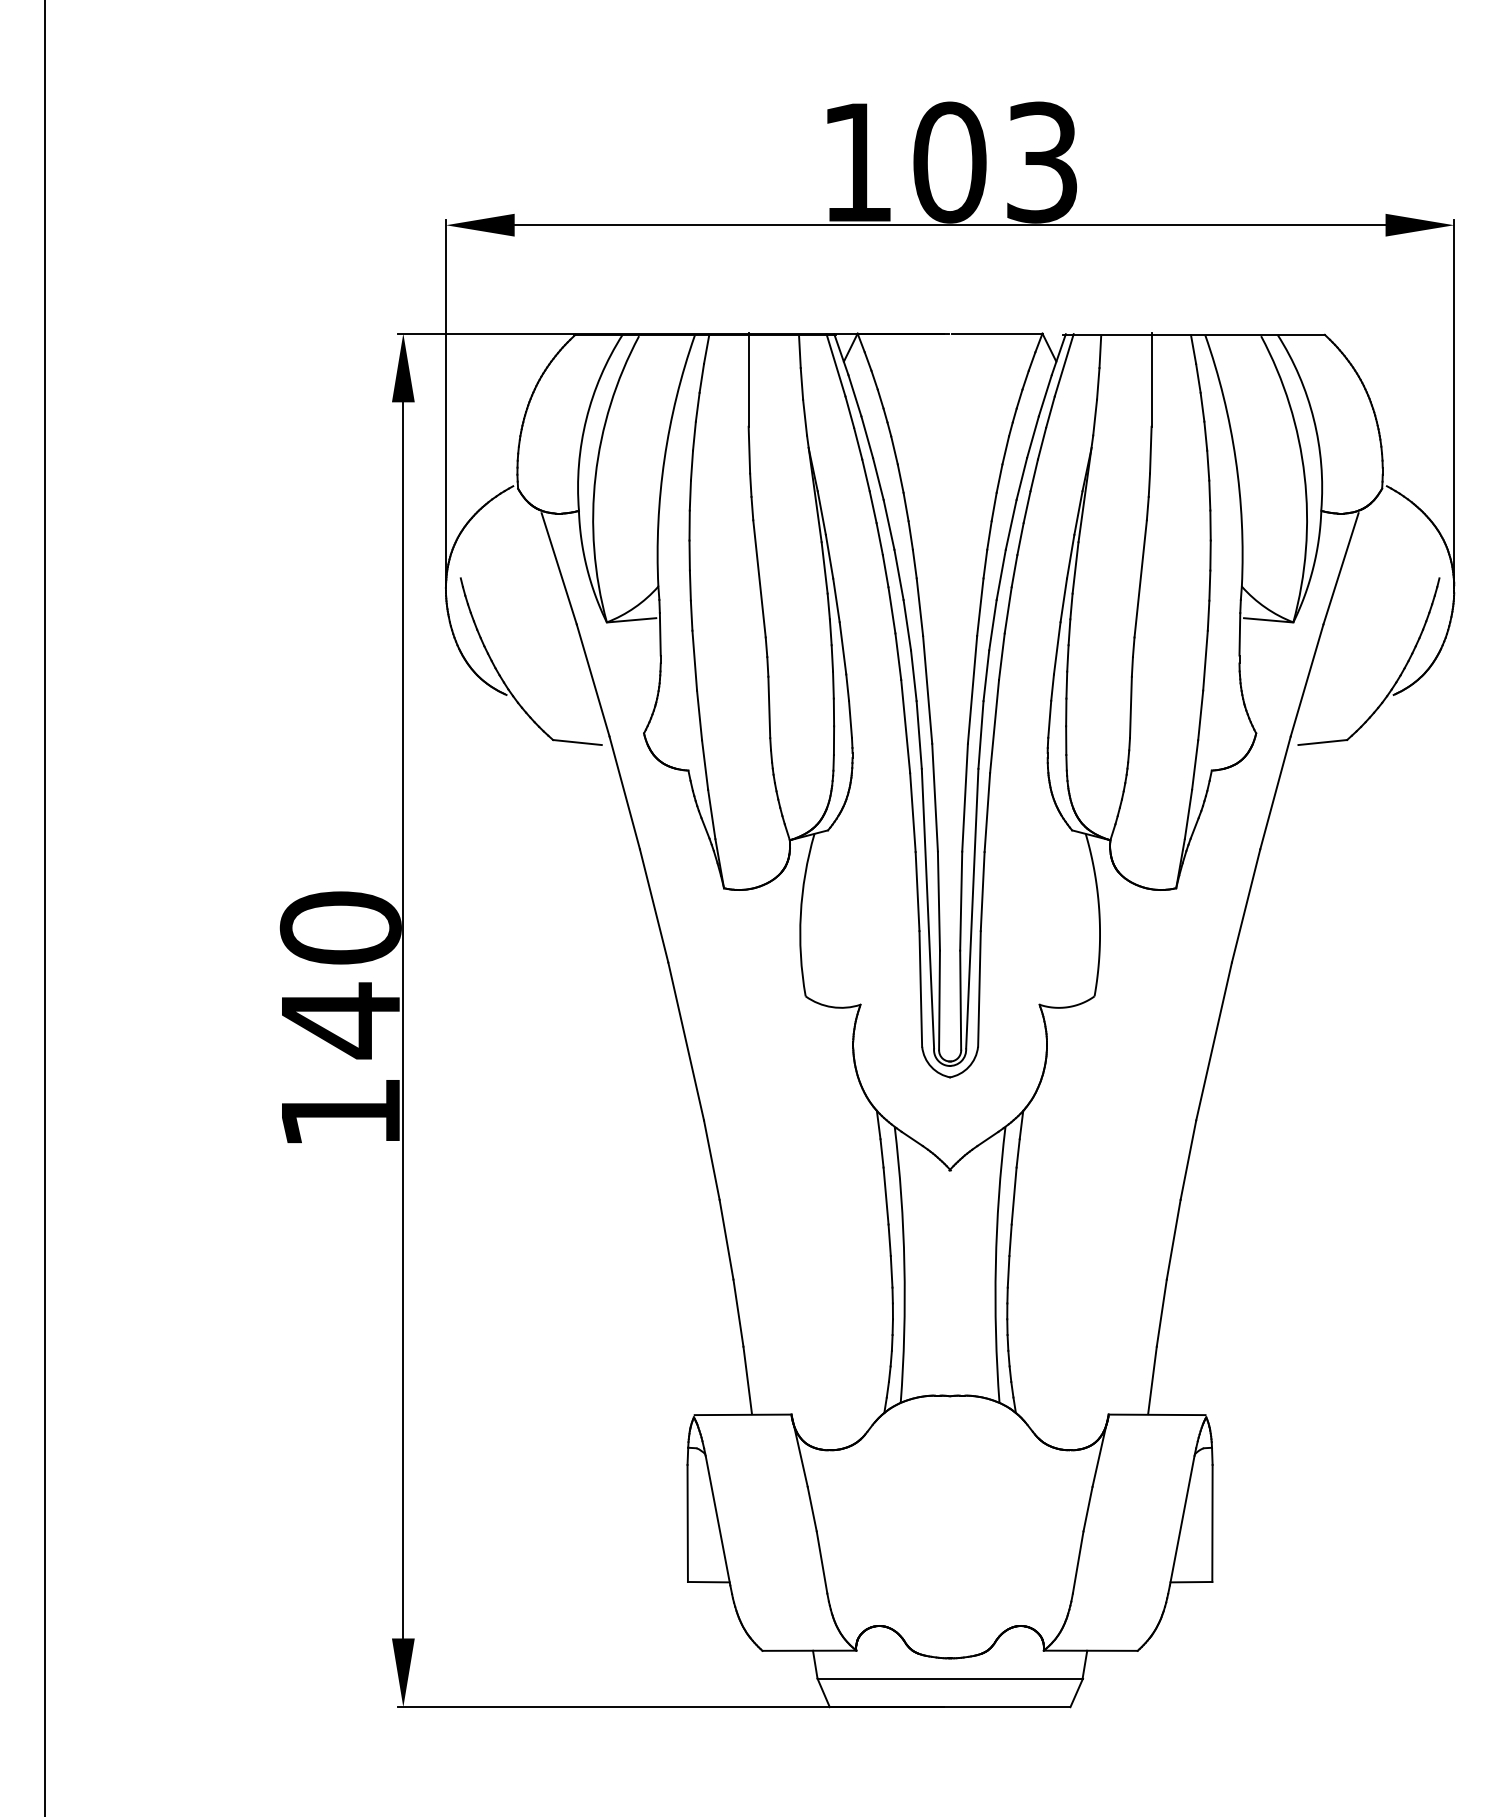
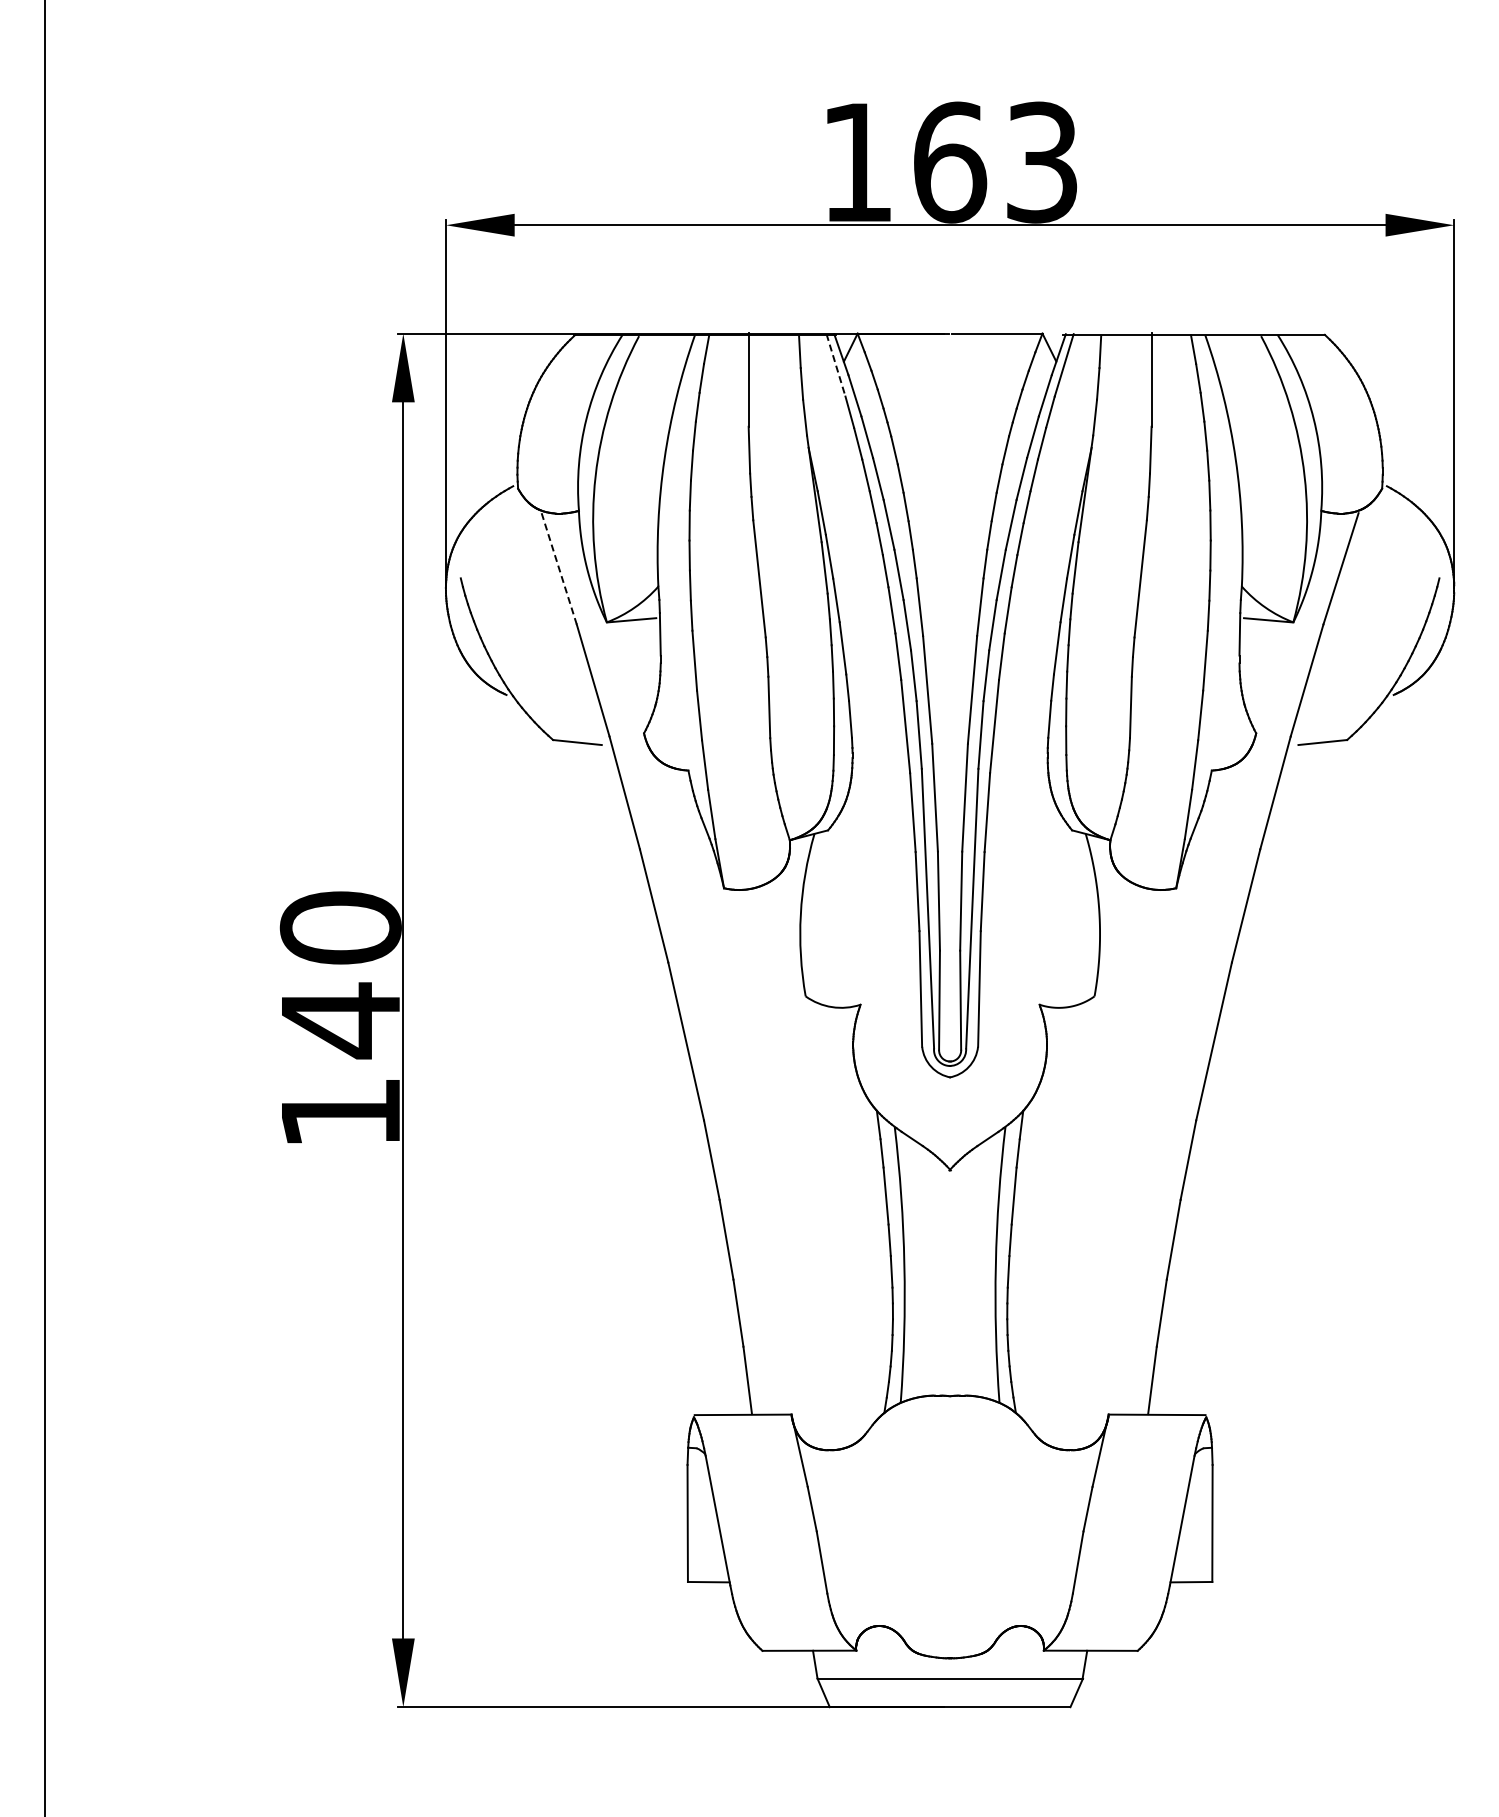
text at (950, 162): 103 -> 163
line at (836, 365): solid -> dashed
line at (559, 569): solid -> dashed
